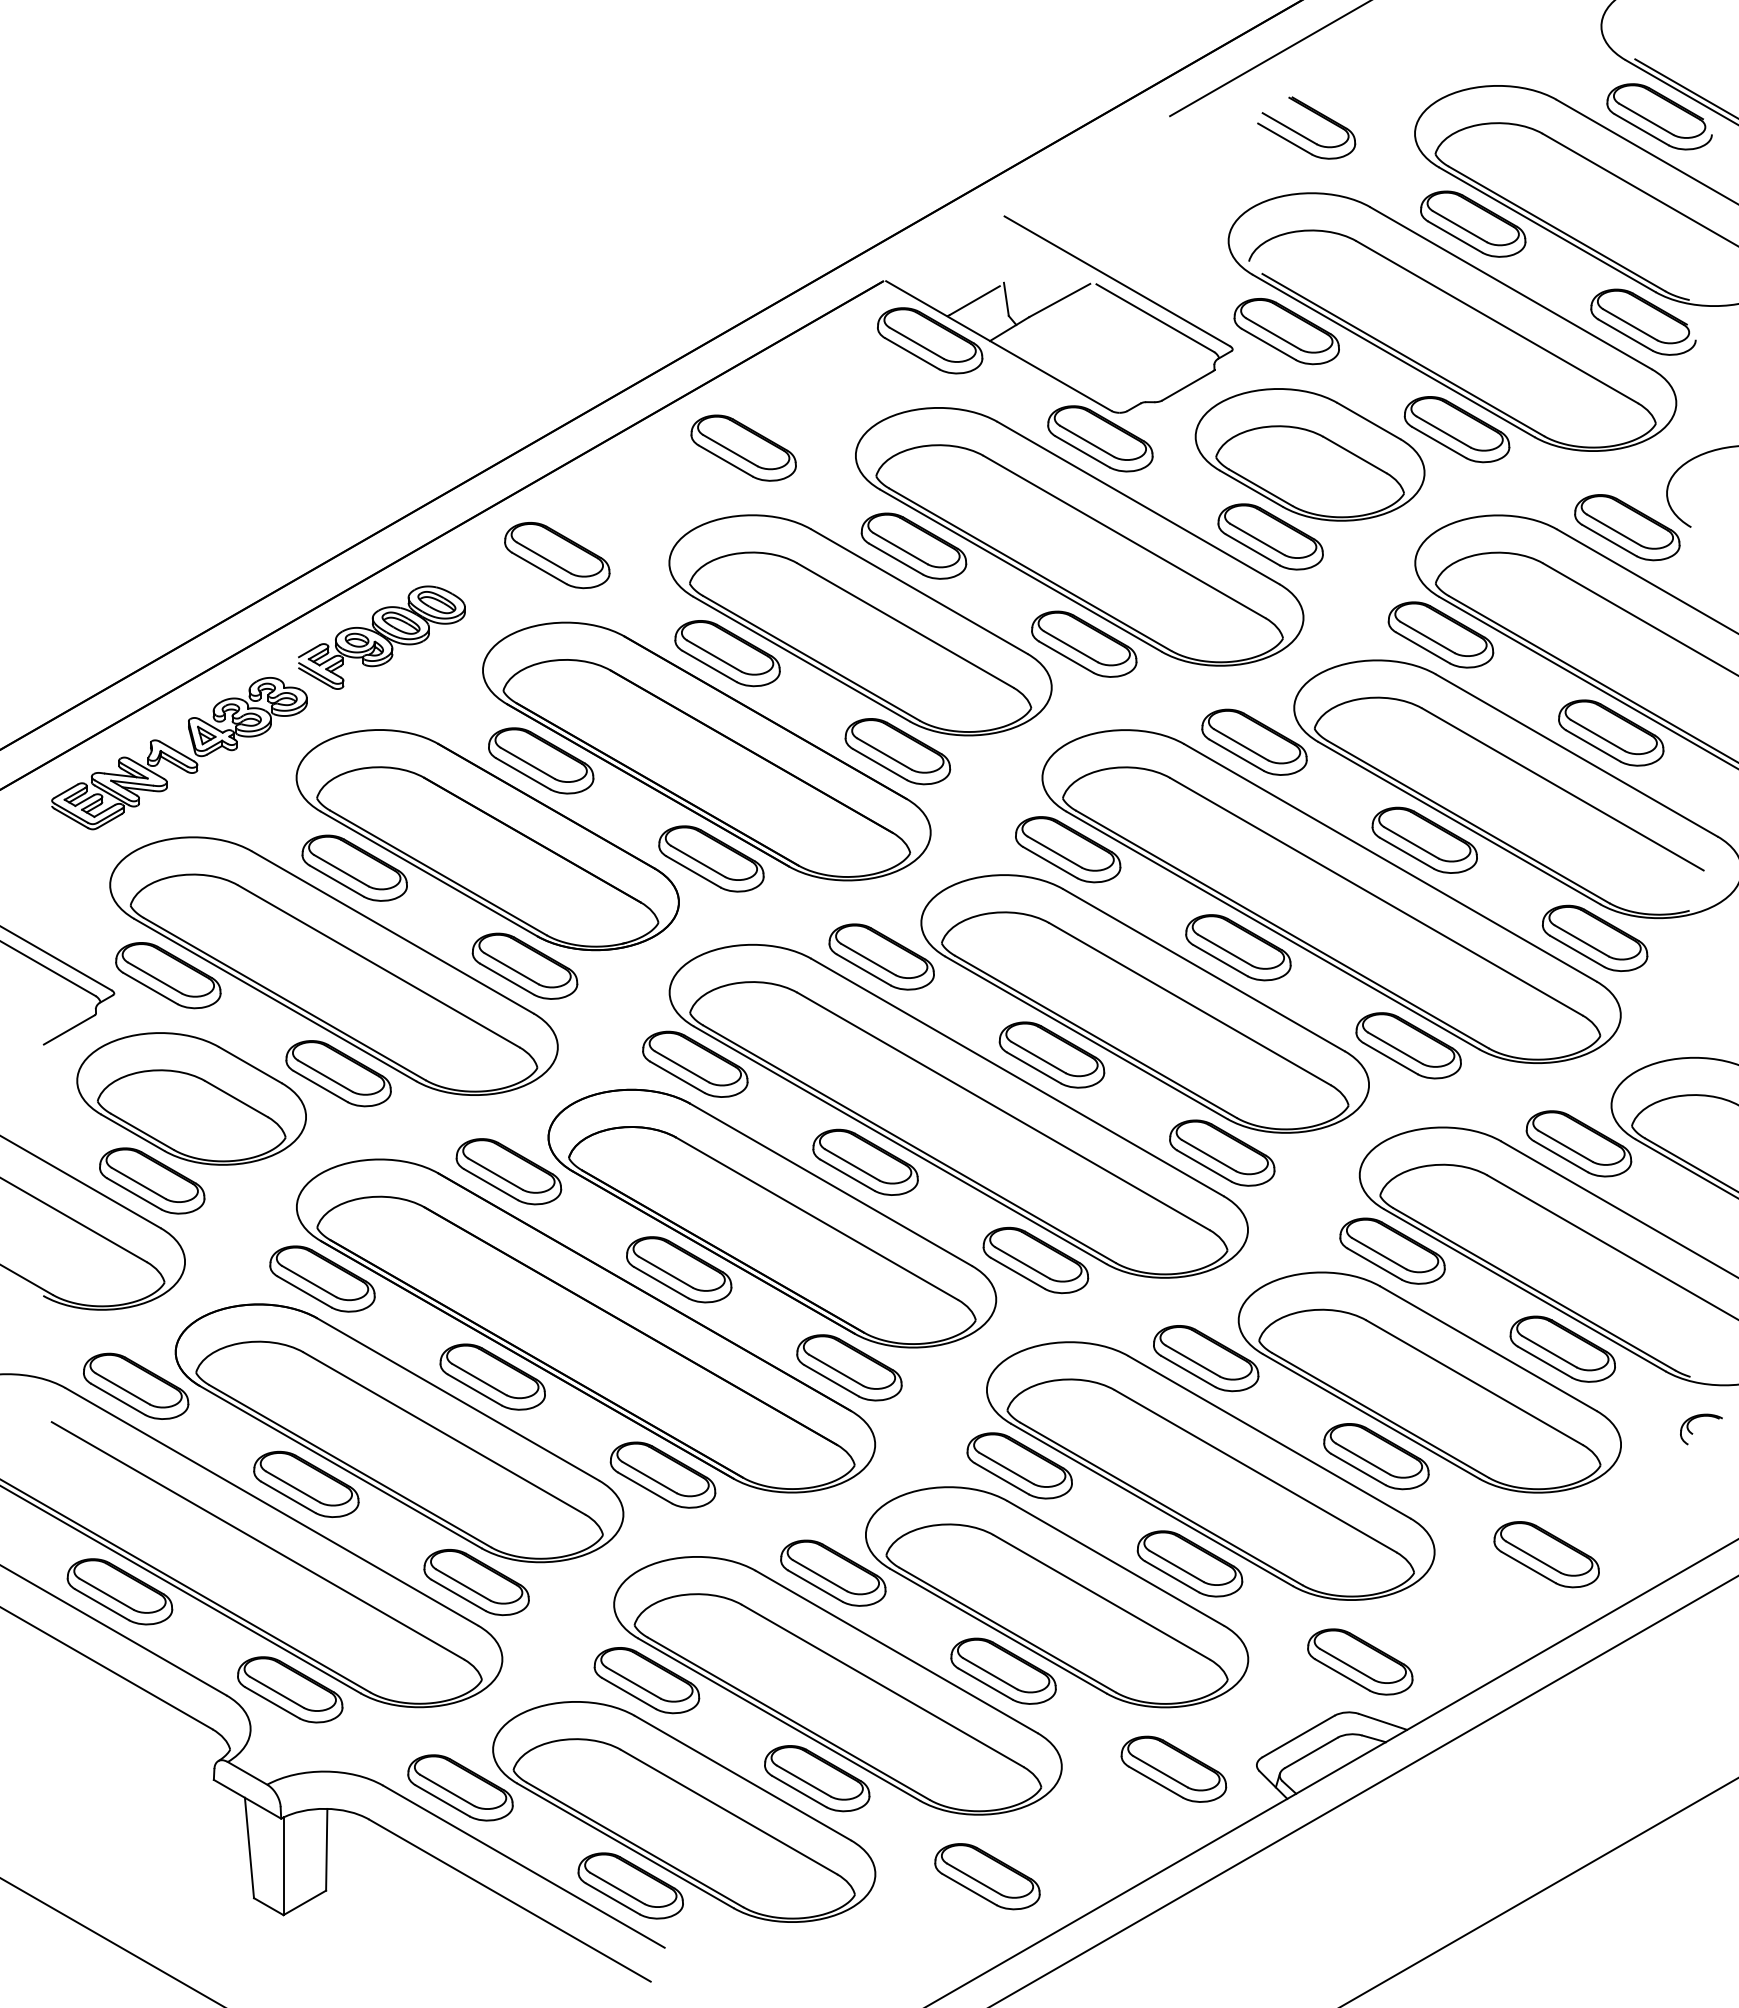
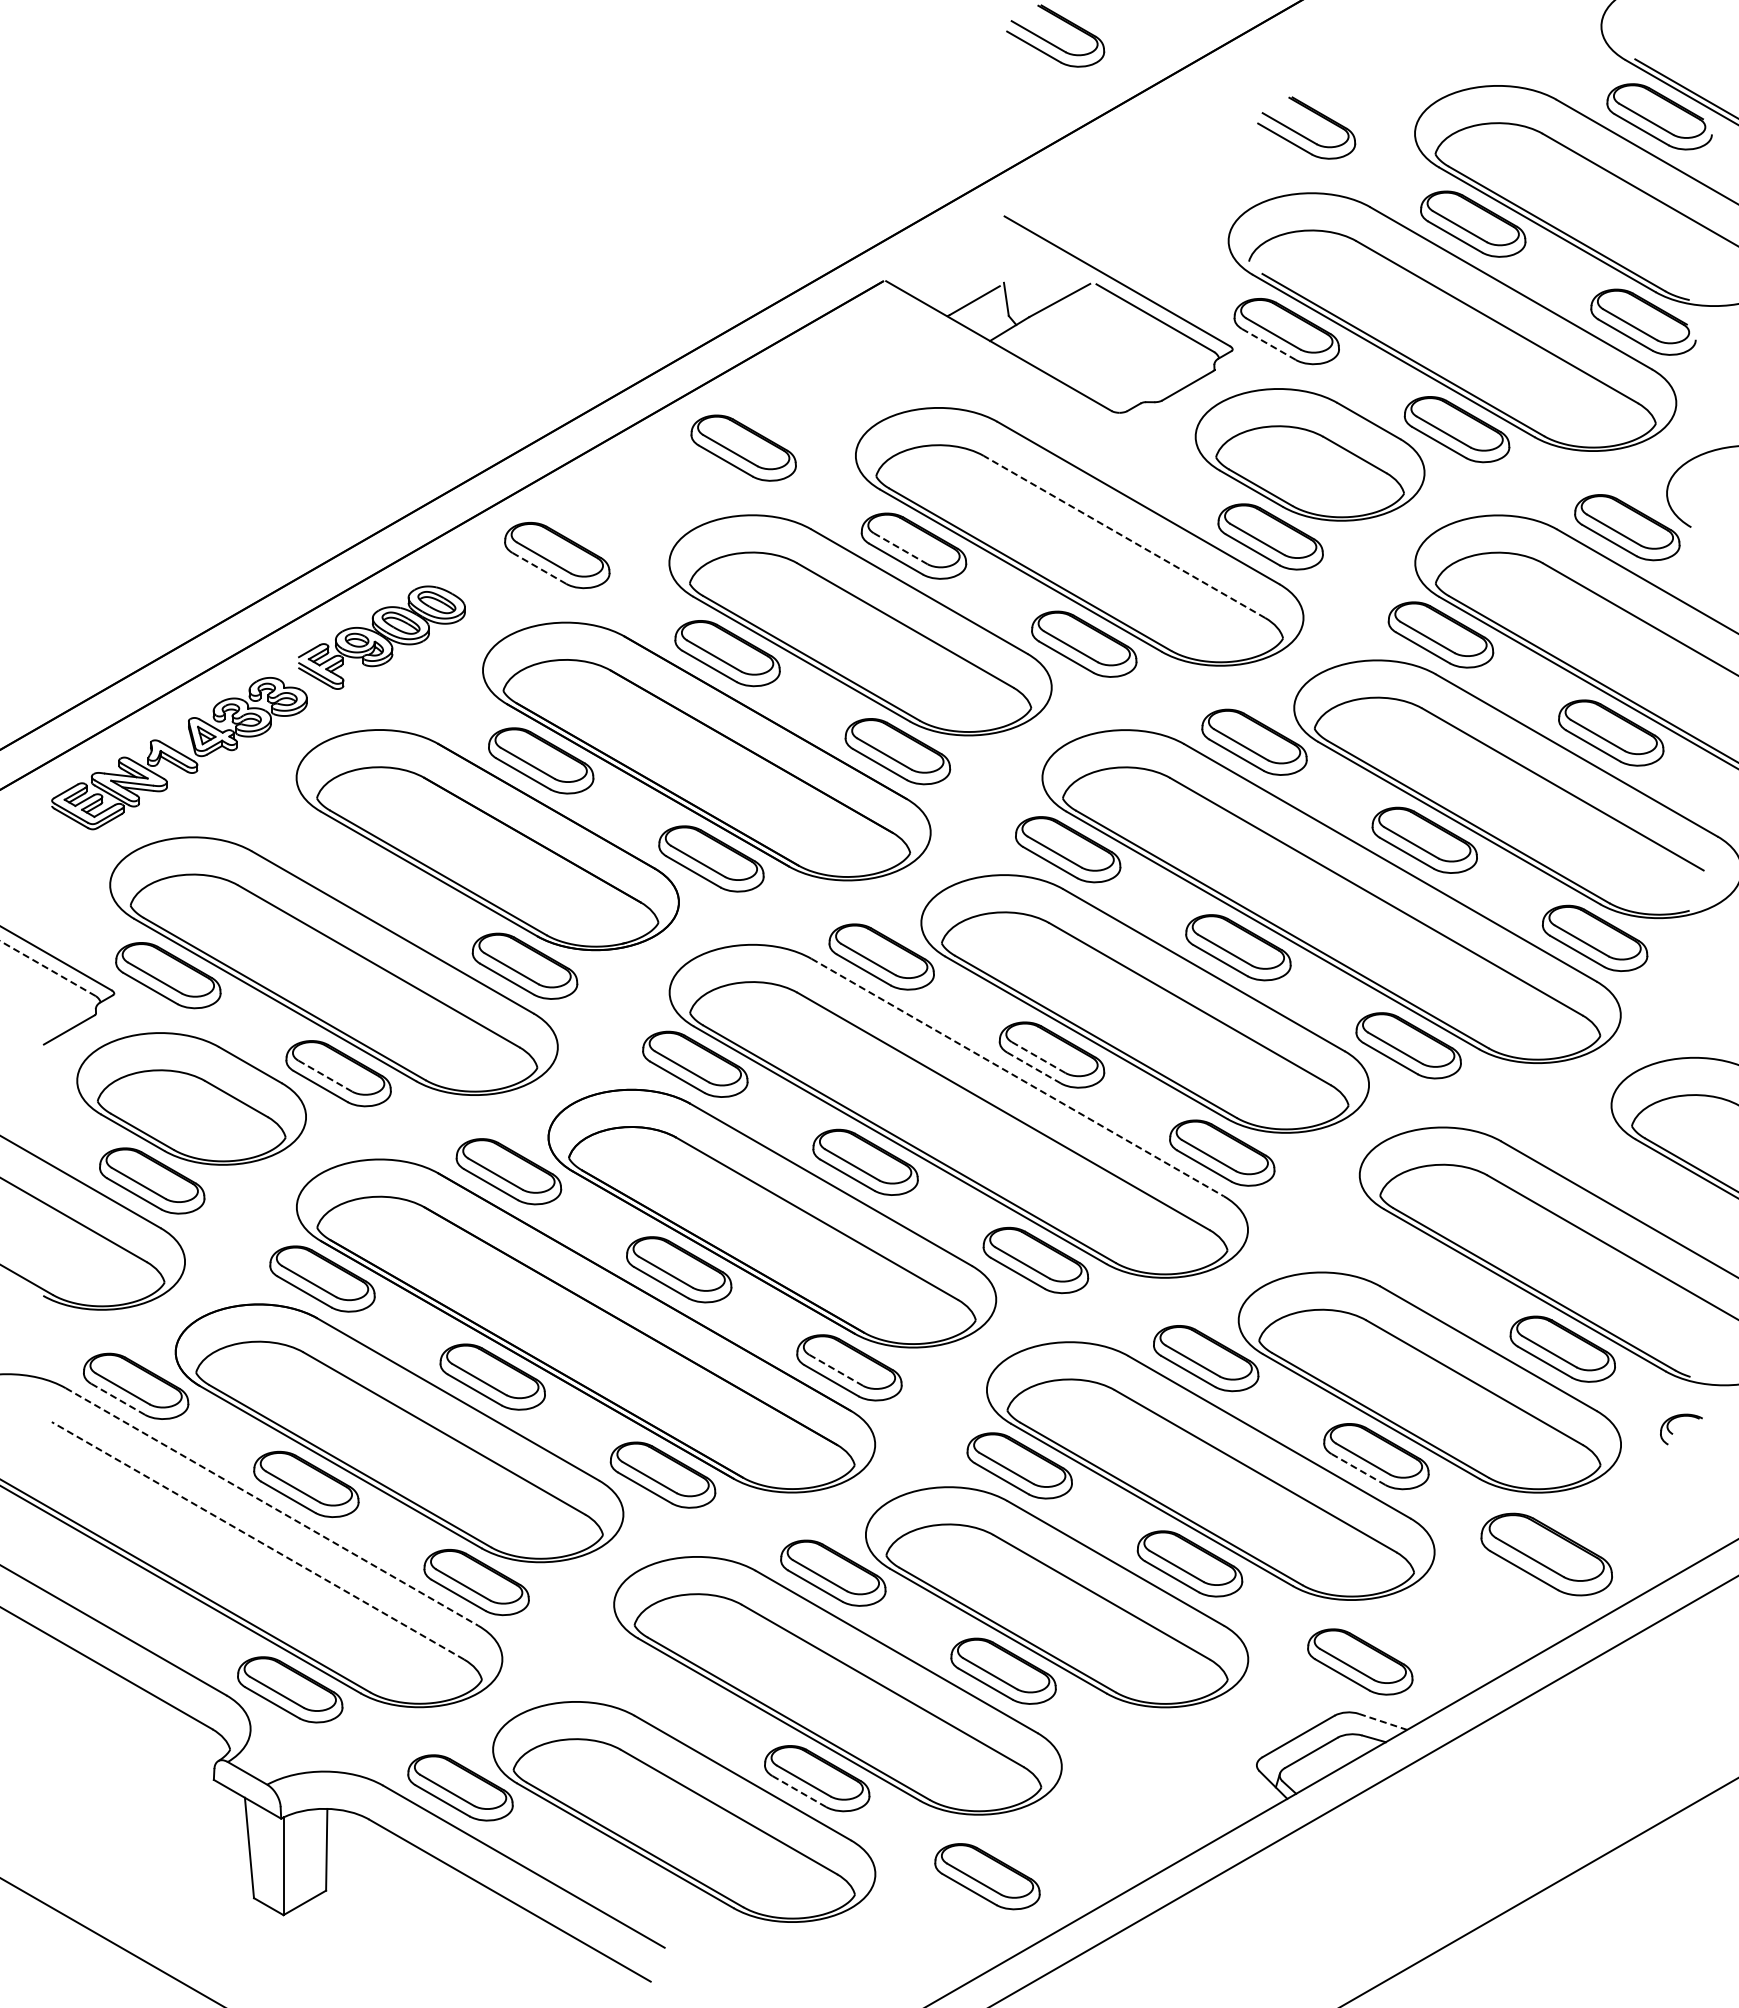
part at (1049, 41): none -> present
line at (1269, 59): present -> none
part at (930, 340): present -> none
line at (1269, 344): solid -> dashed
part at (1100, 438): present -> none
line at (1124, 536): solid -> dashed
line at (901, 548): solid -> dashed
line at (539, 568): solid -> dashed
part at (354, 867): present -> none
line at (48, 968): solid -> dashed
line at (1039, 1057): solid -> dashed
line at (1034, 1068): solid -> dashed
line at (325, 1076): solid -> dashed
line at (1017, 1077): solid -> dashed
part at (1578, 1143): present -> none
part at (1392, 1250): present -> none
line at (836, 1370): solid -> dashed
line at (118, 1399): solid -> dashed
part at (1693, 1433) position: (1693, 1433) -> (1673, 1433)
line at (1358, 1469): solid -> dashed
line at (271, 1506): solid -> dashed
line at (257, 1540): solid -> dashed
part at (1546, 1554) size: 107x68 px -> 133x85 px
part at (119, 1591): present -> none
part at (646, 1680): present -> none
line at (1383, 1722): solid -> dashed
part at (1173, 1768): present -> none
line at (798, 1791): solid -> dashed
part at (630, 1885): present -> none
